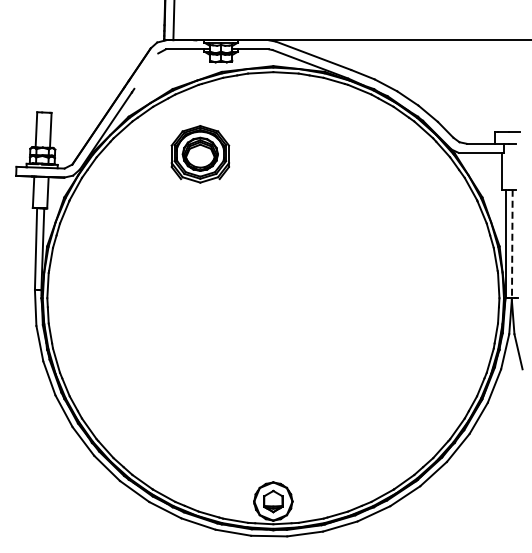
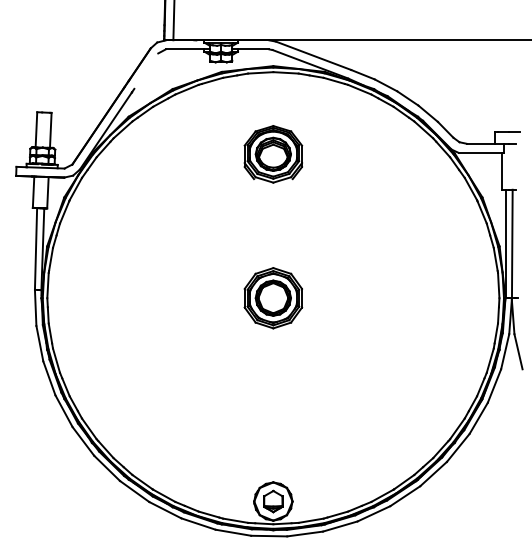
part at (200, 154) position: (200, 154) -> (273, 154)
line at (512, 244): dashed -> solid
part at (273, 298): none -> present
